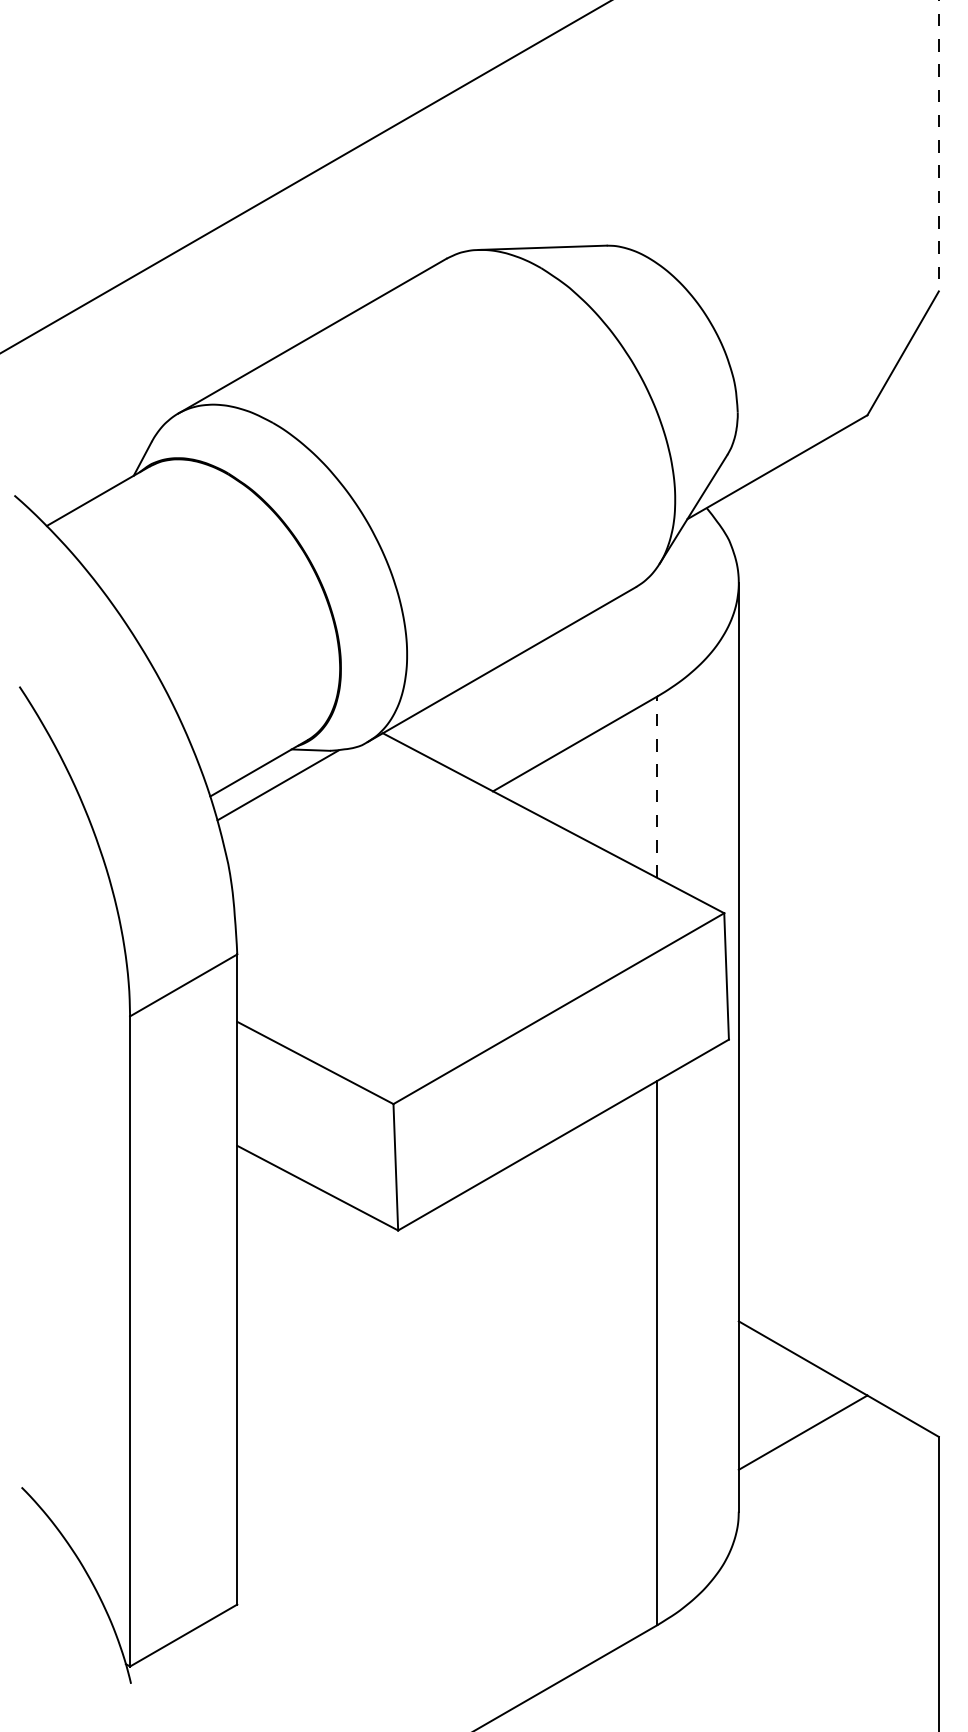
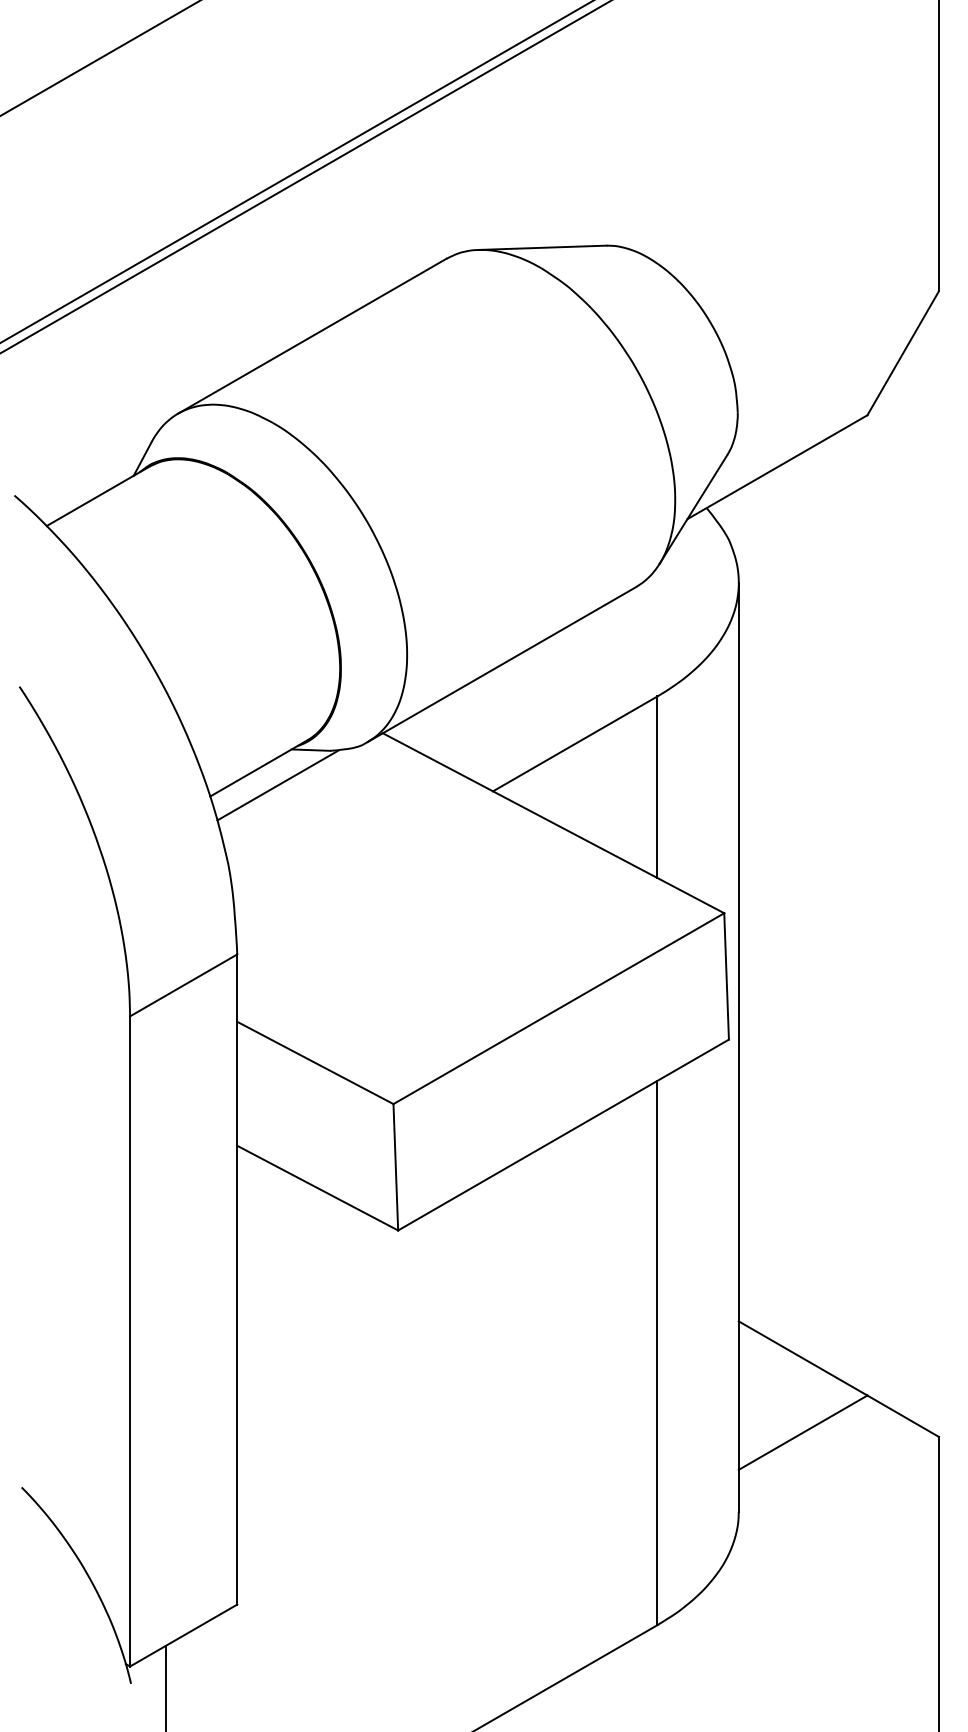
line at (99, 58): none -> present
line at (938, 146): dashed -> solid
line at (296, 172): none -> present
line at (657, 787): dashed -> solid
line at (165, 1686): none -> present
